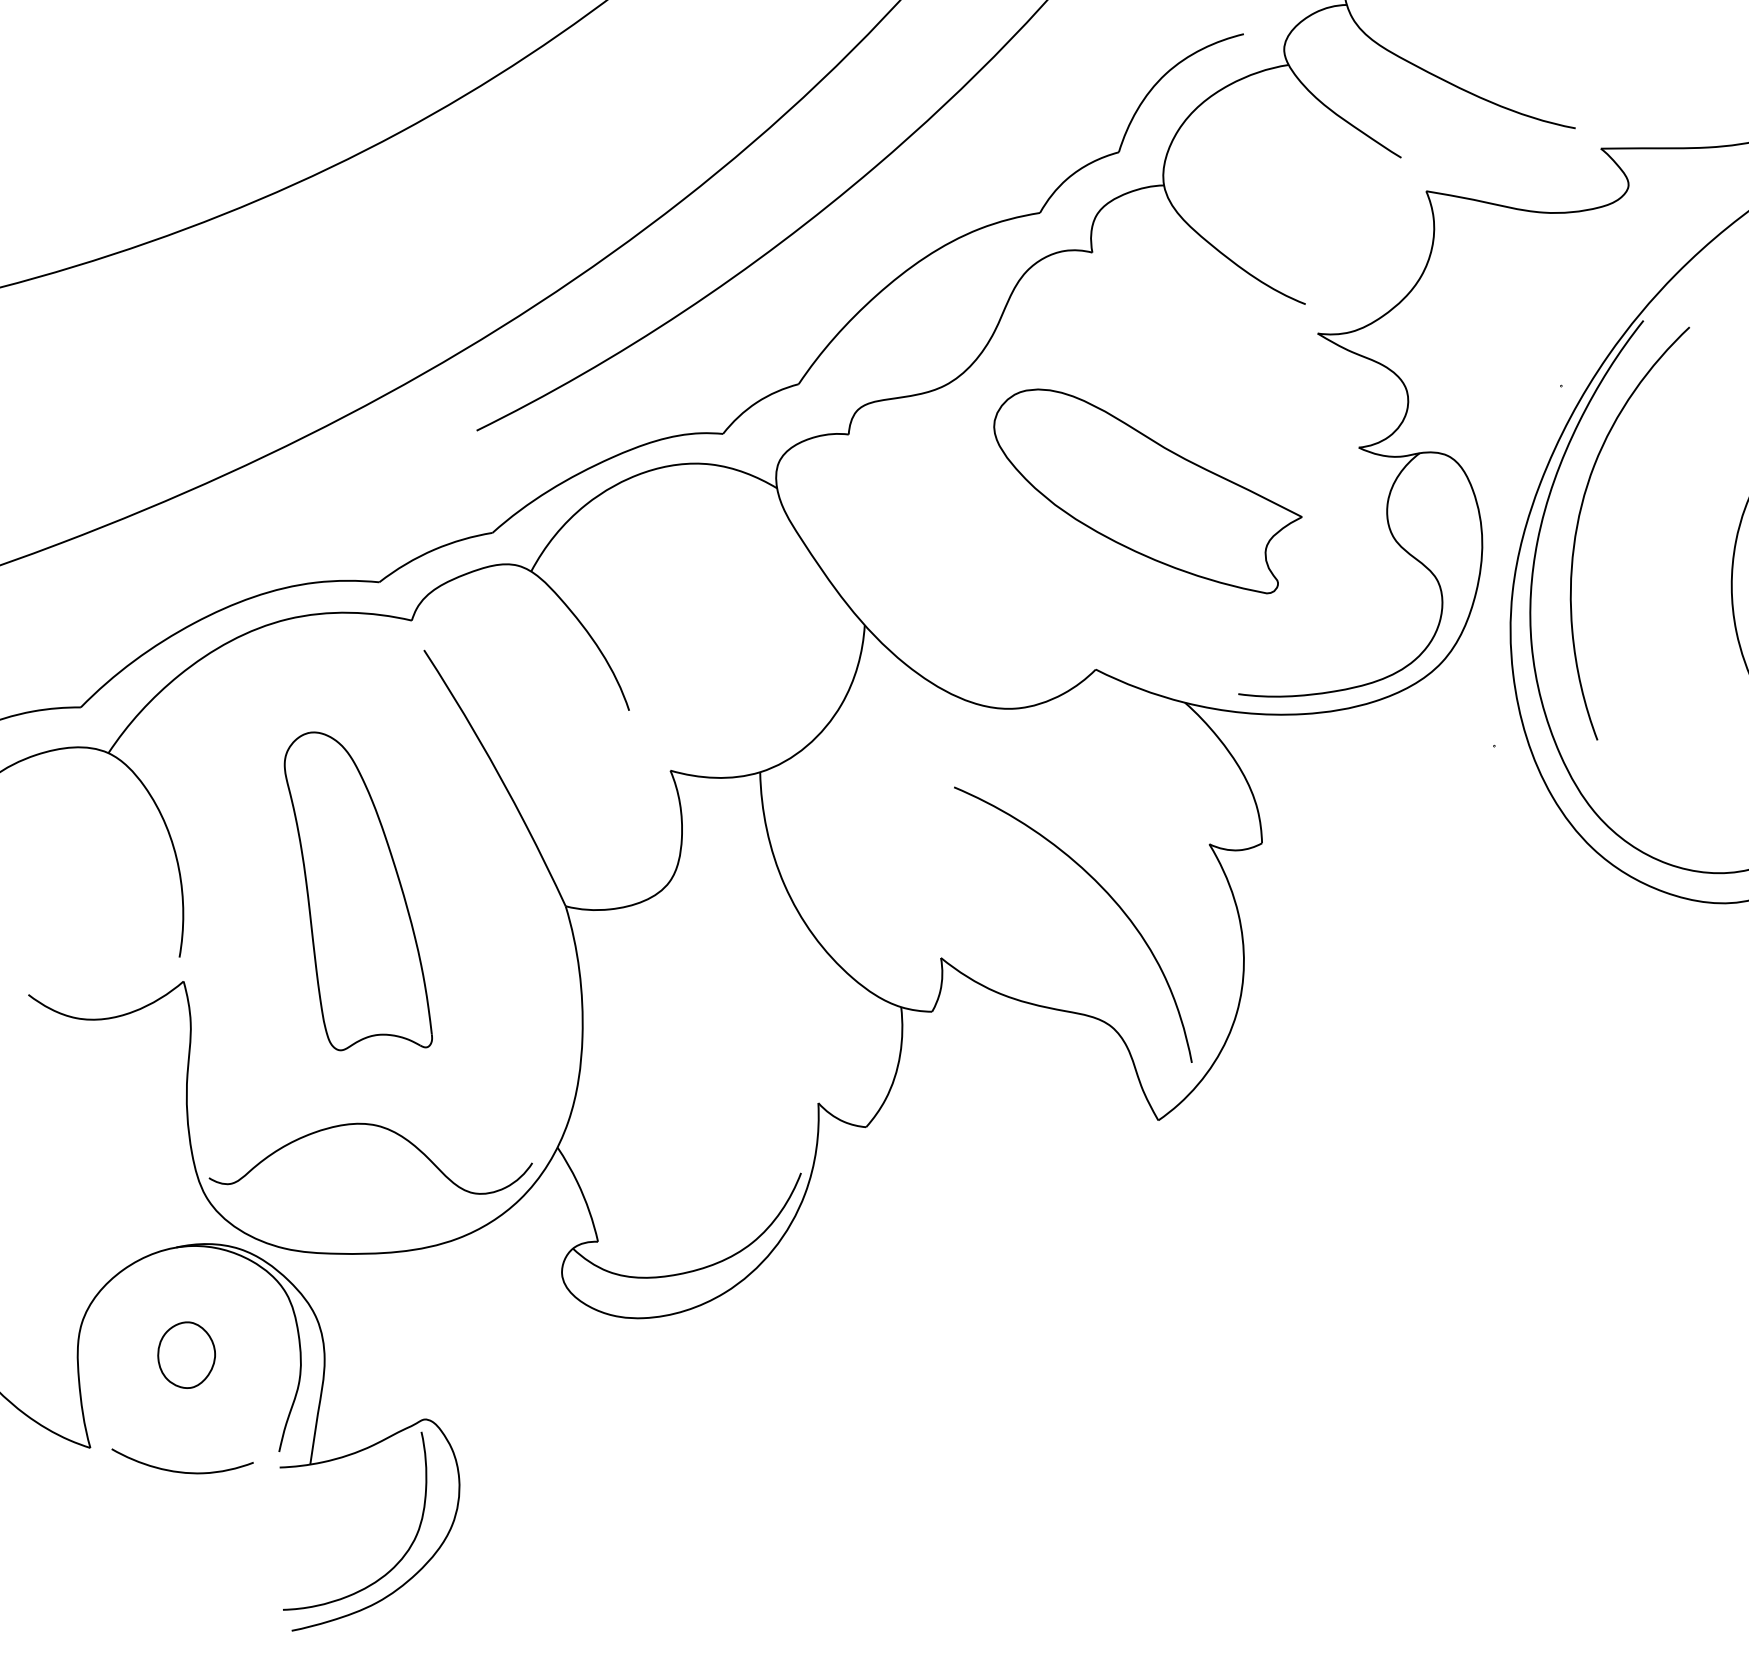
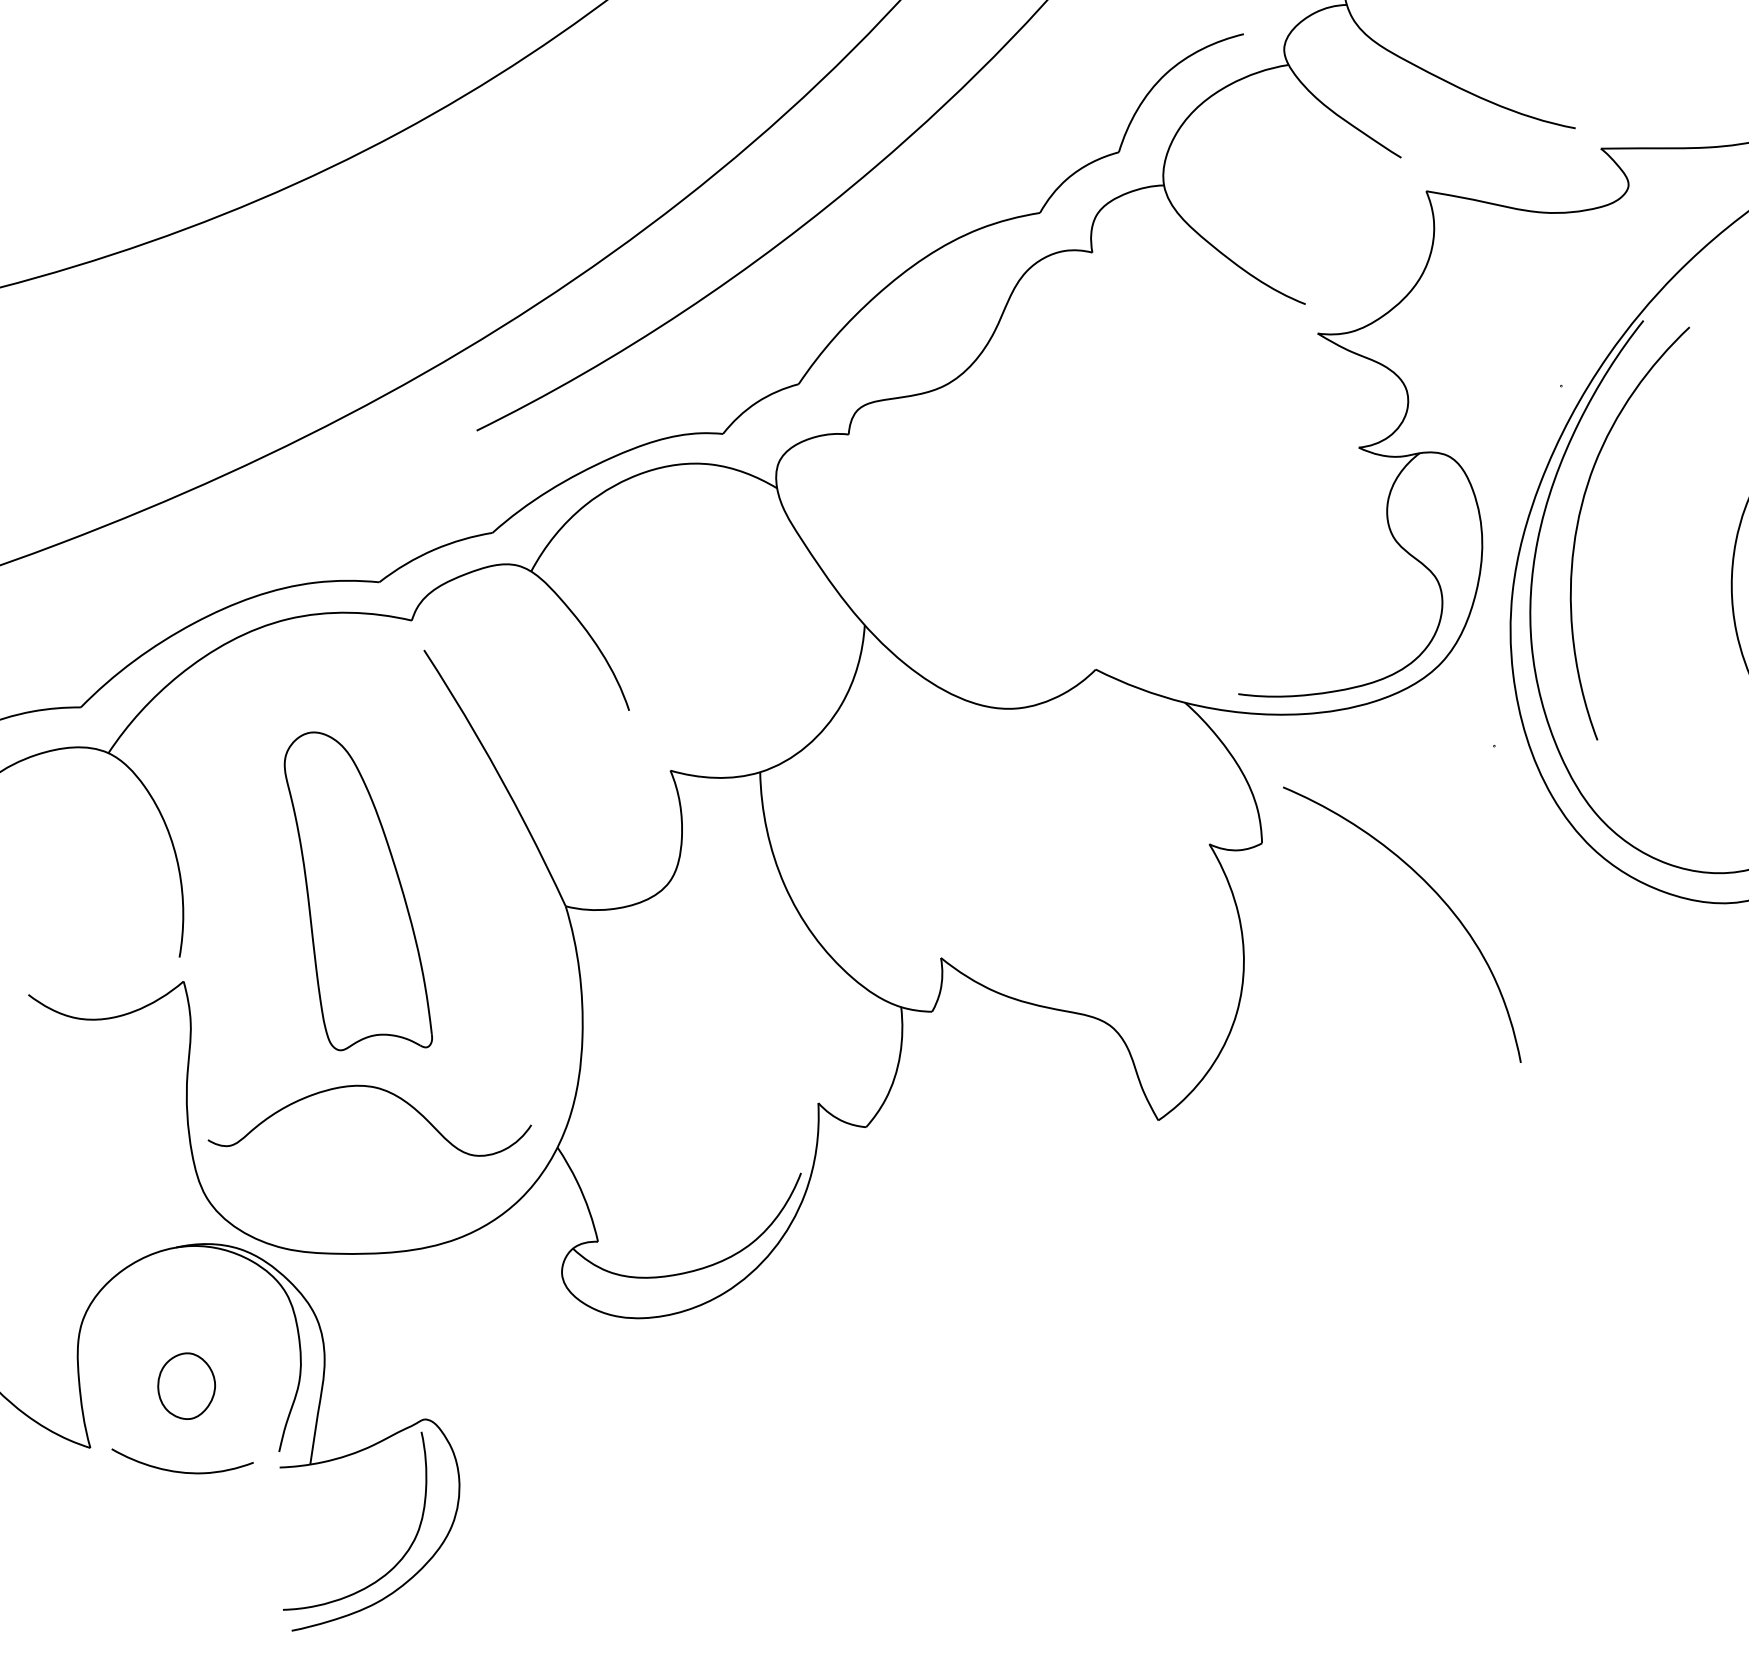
part at (1147, 491): present -> none
curve at (1105, 892) position: (1105, 892) -> (1434, 892)
curve at (374, 1126) position: (374, 1126) -> (373, 1088)
part at (186, 1354) position: (186, 1354) -> (186, 1385)
